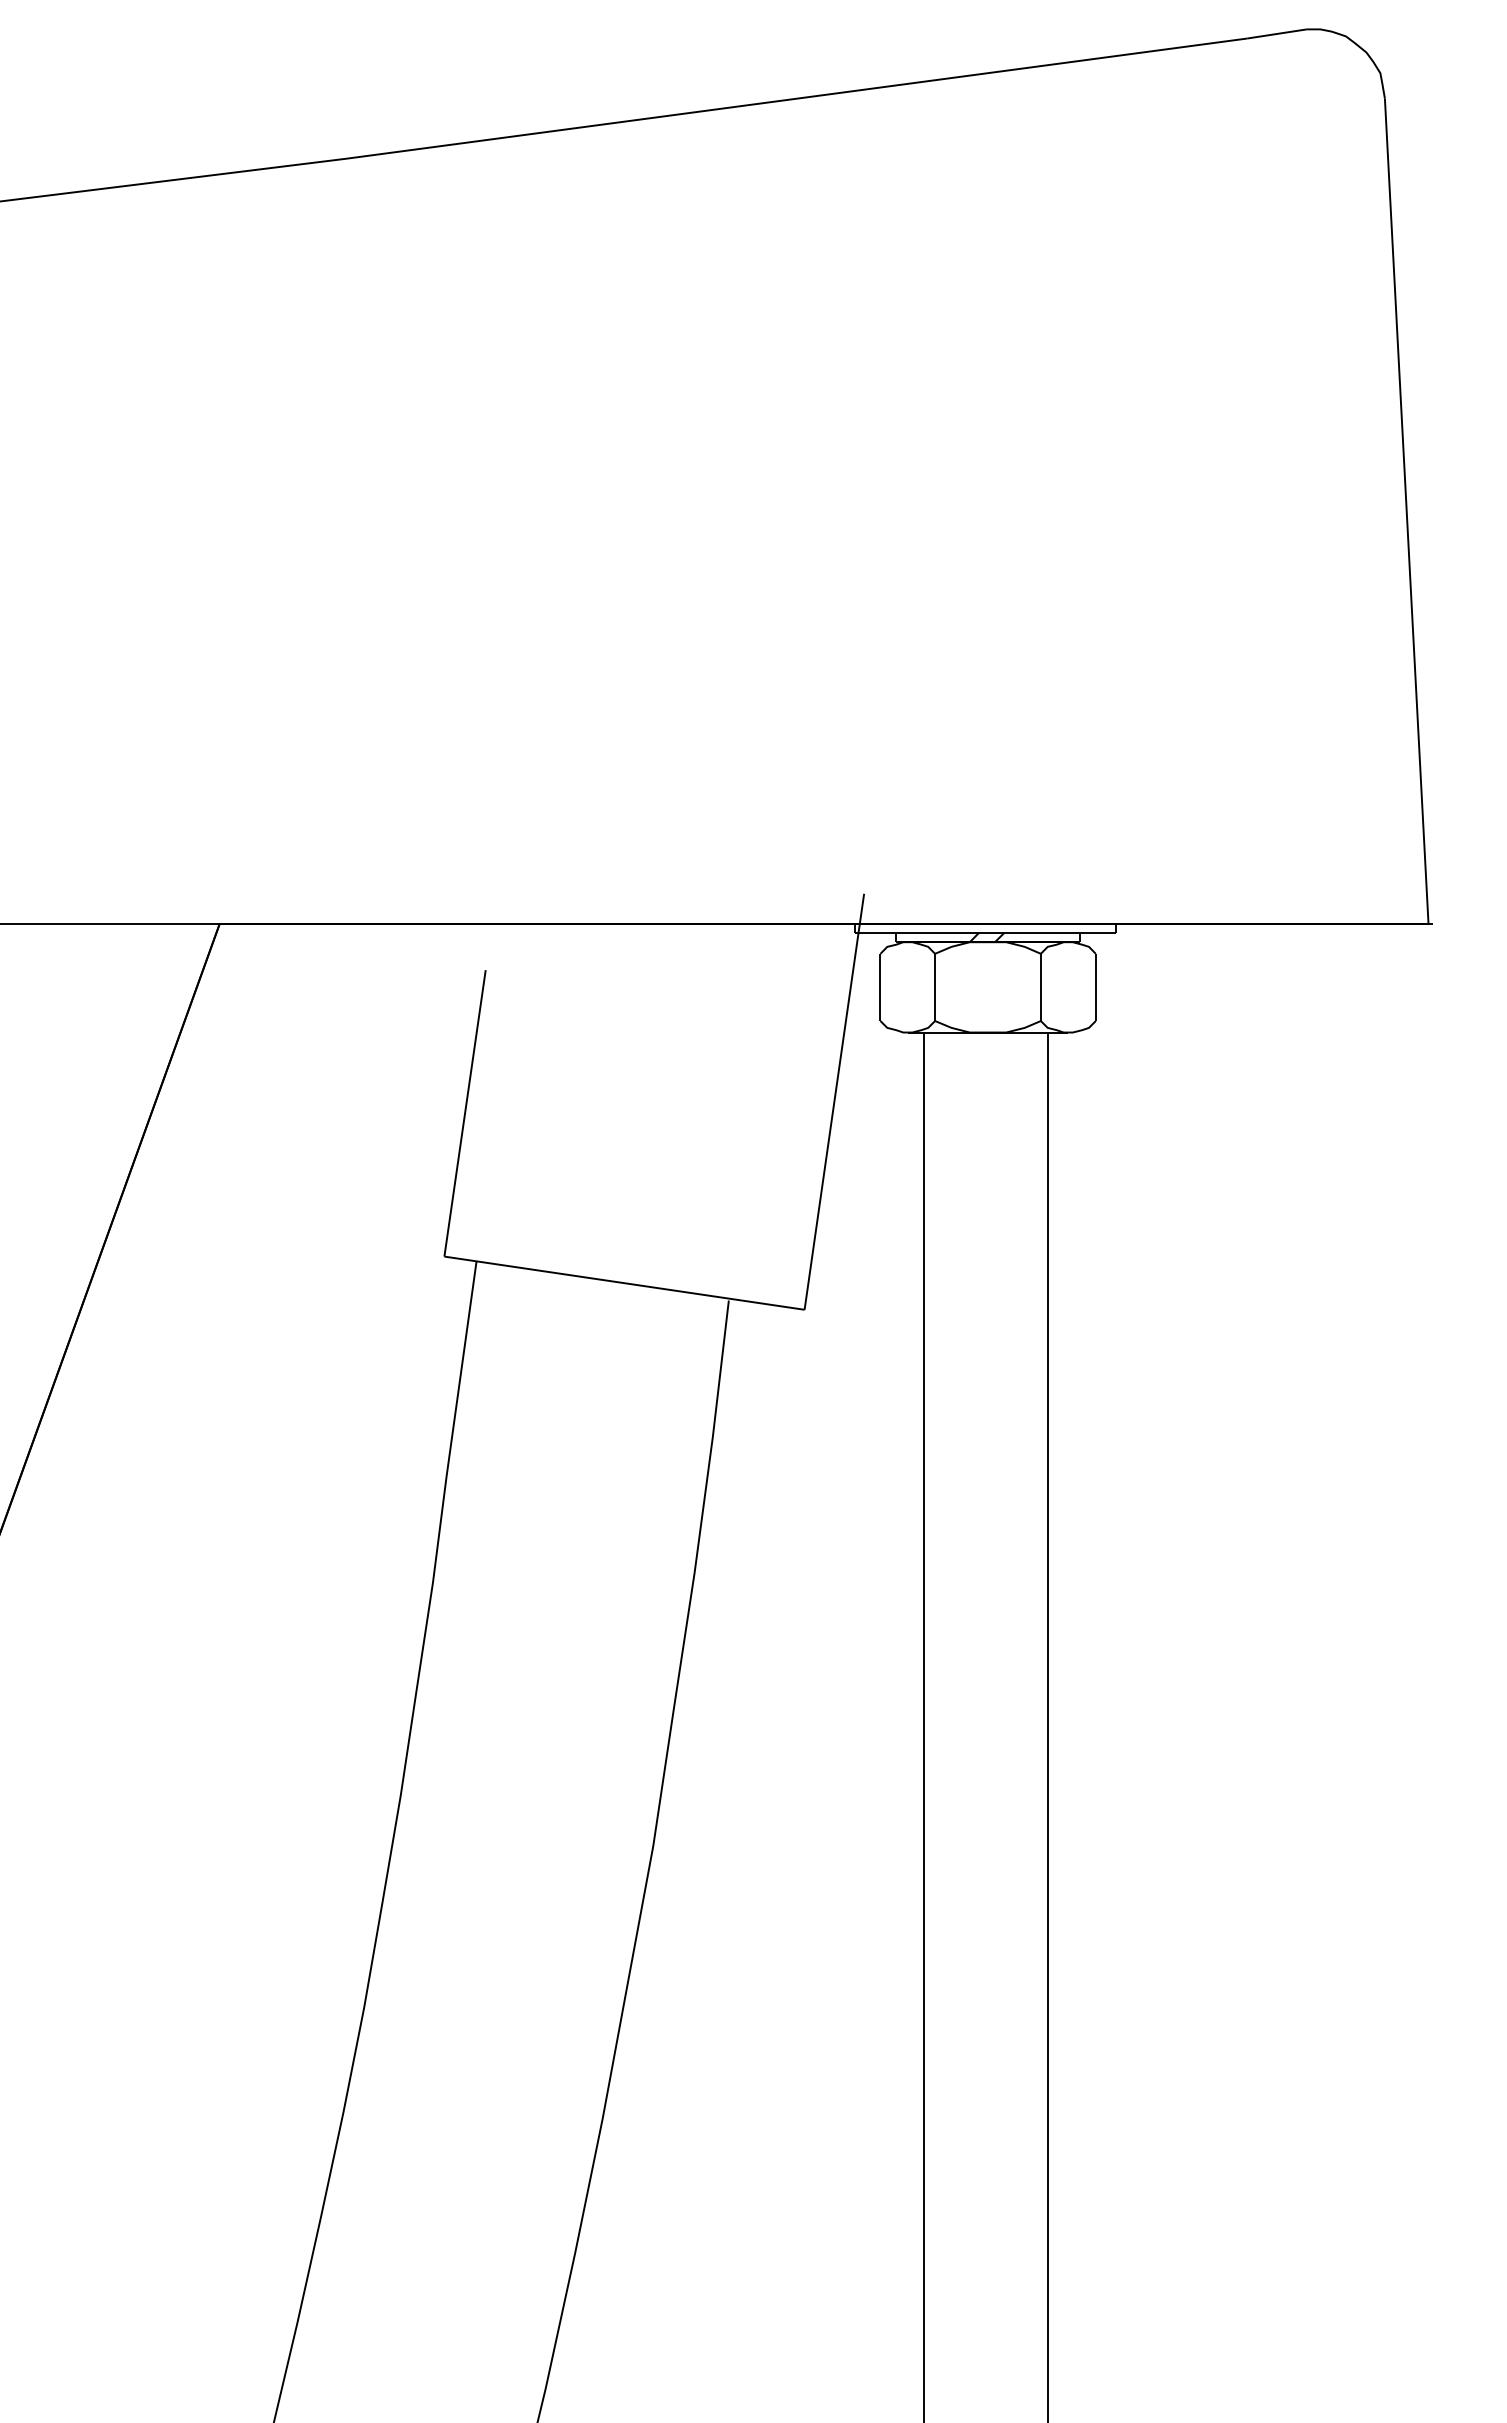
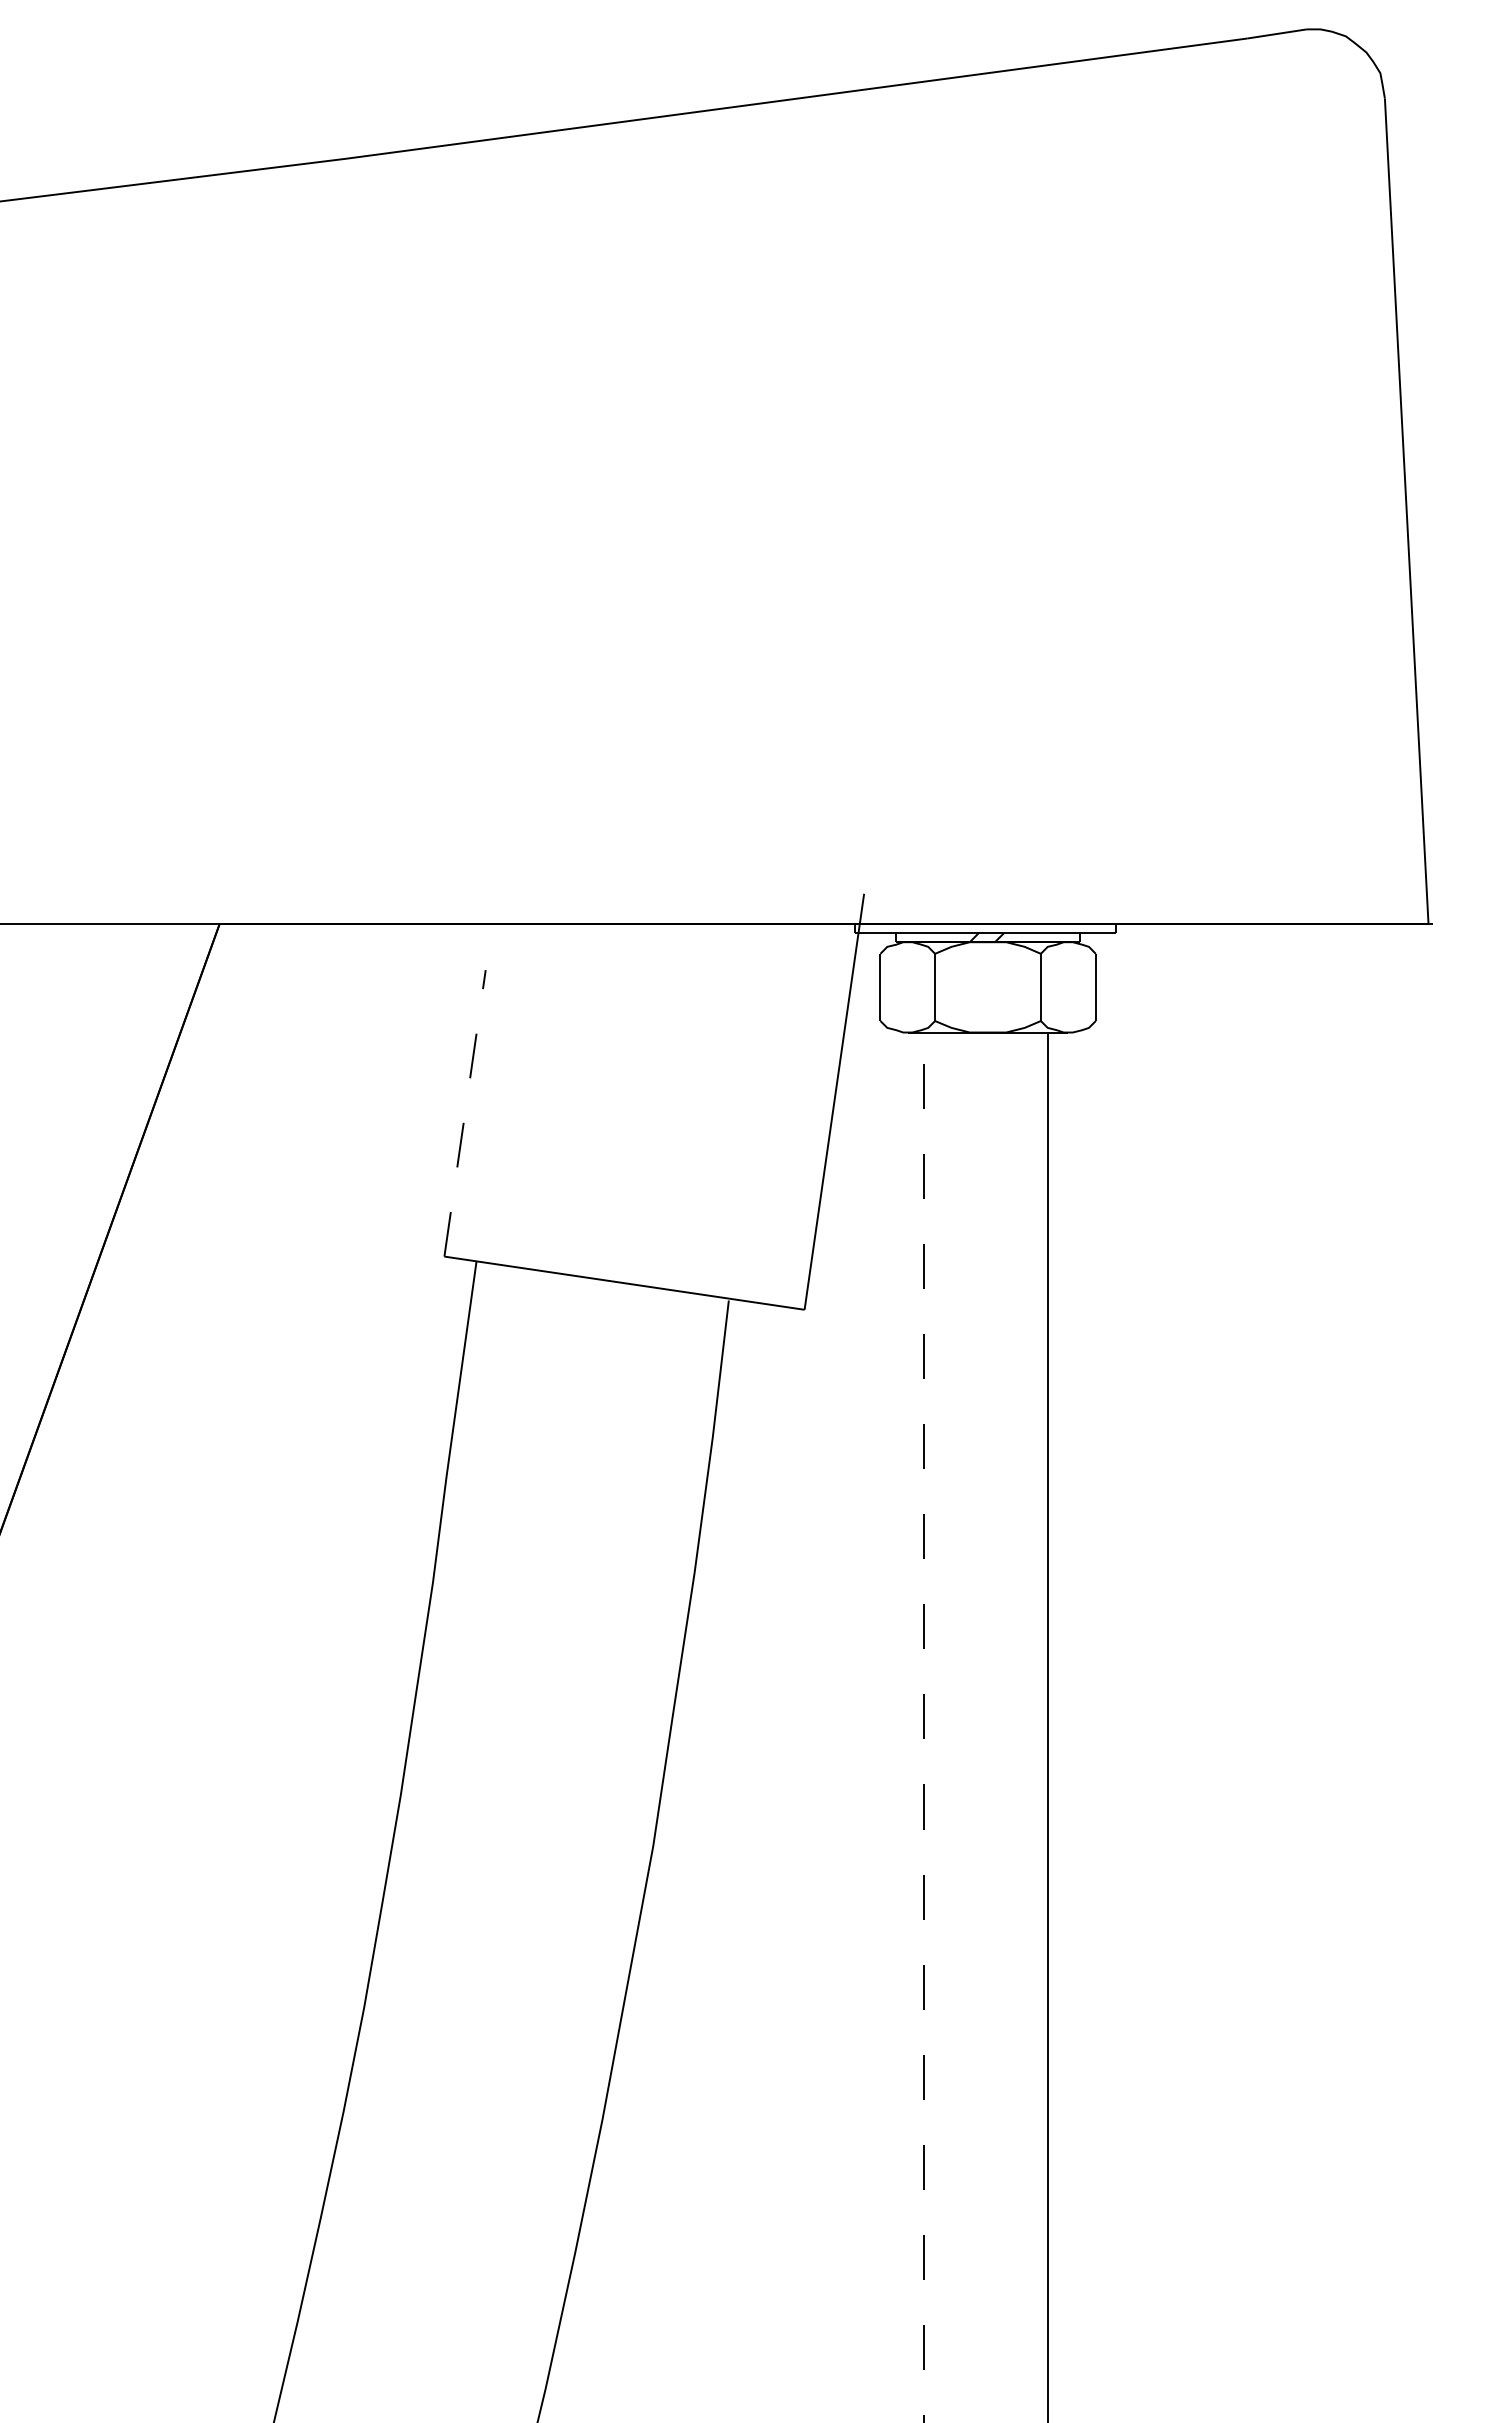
line at (465, 1113): solid -> dashed
line at (923, 1727): solid -> dashed
